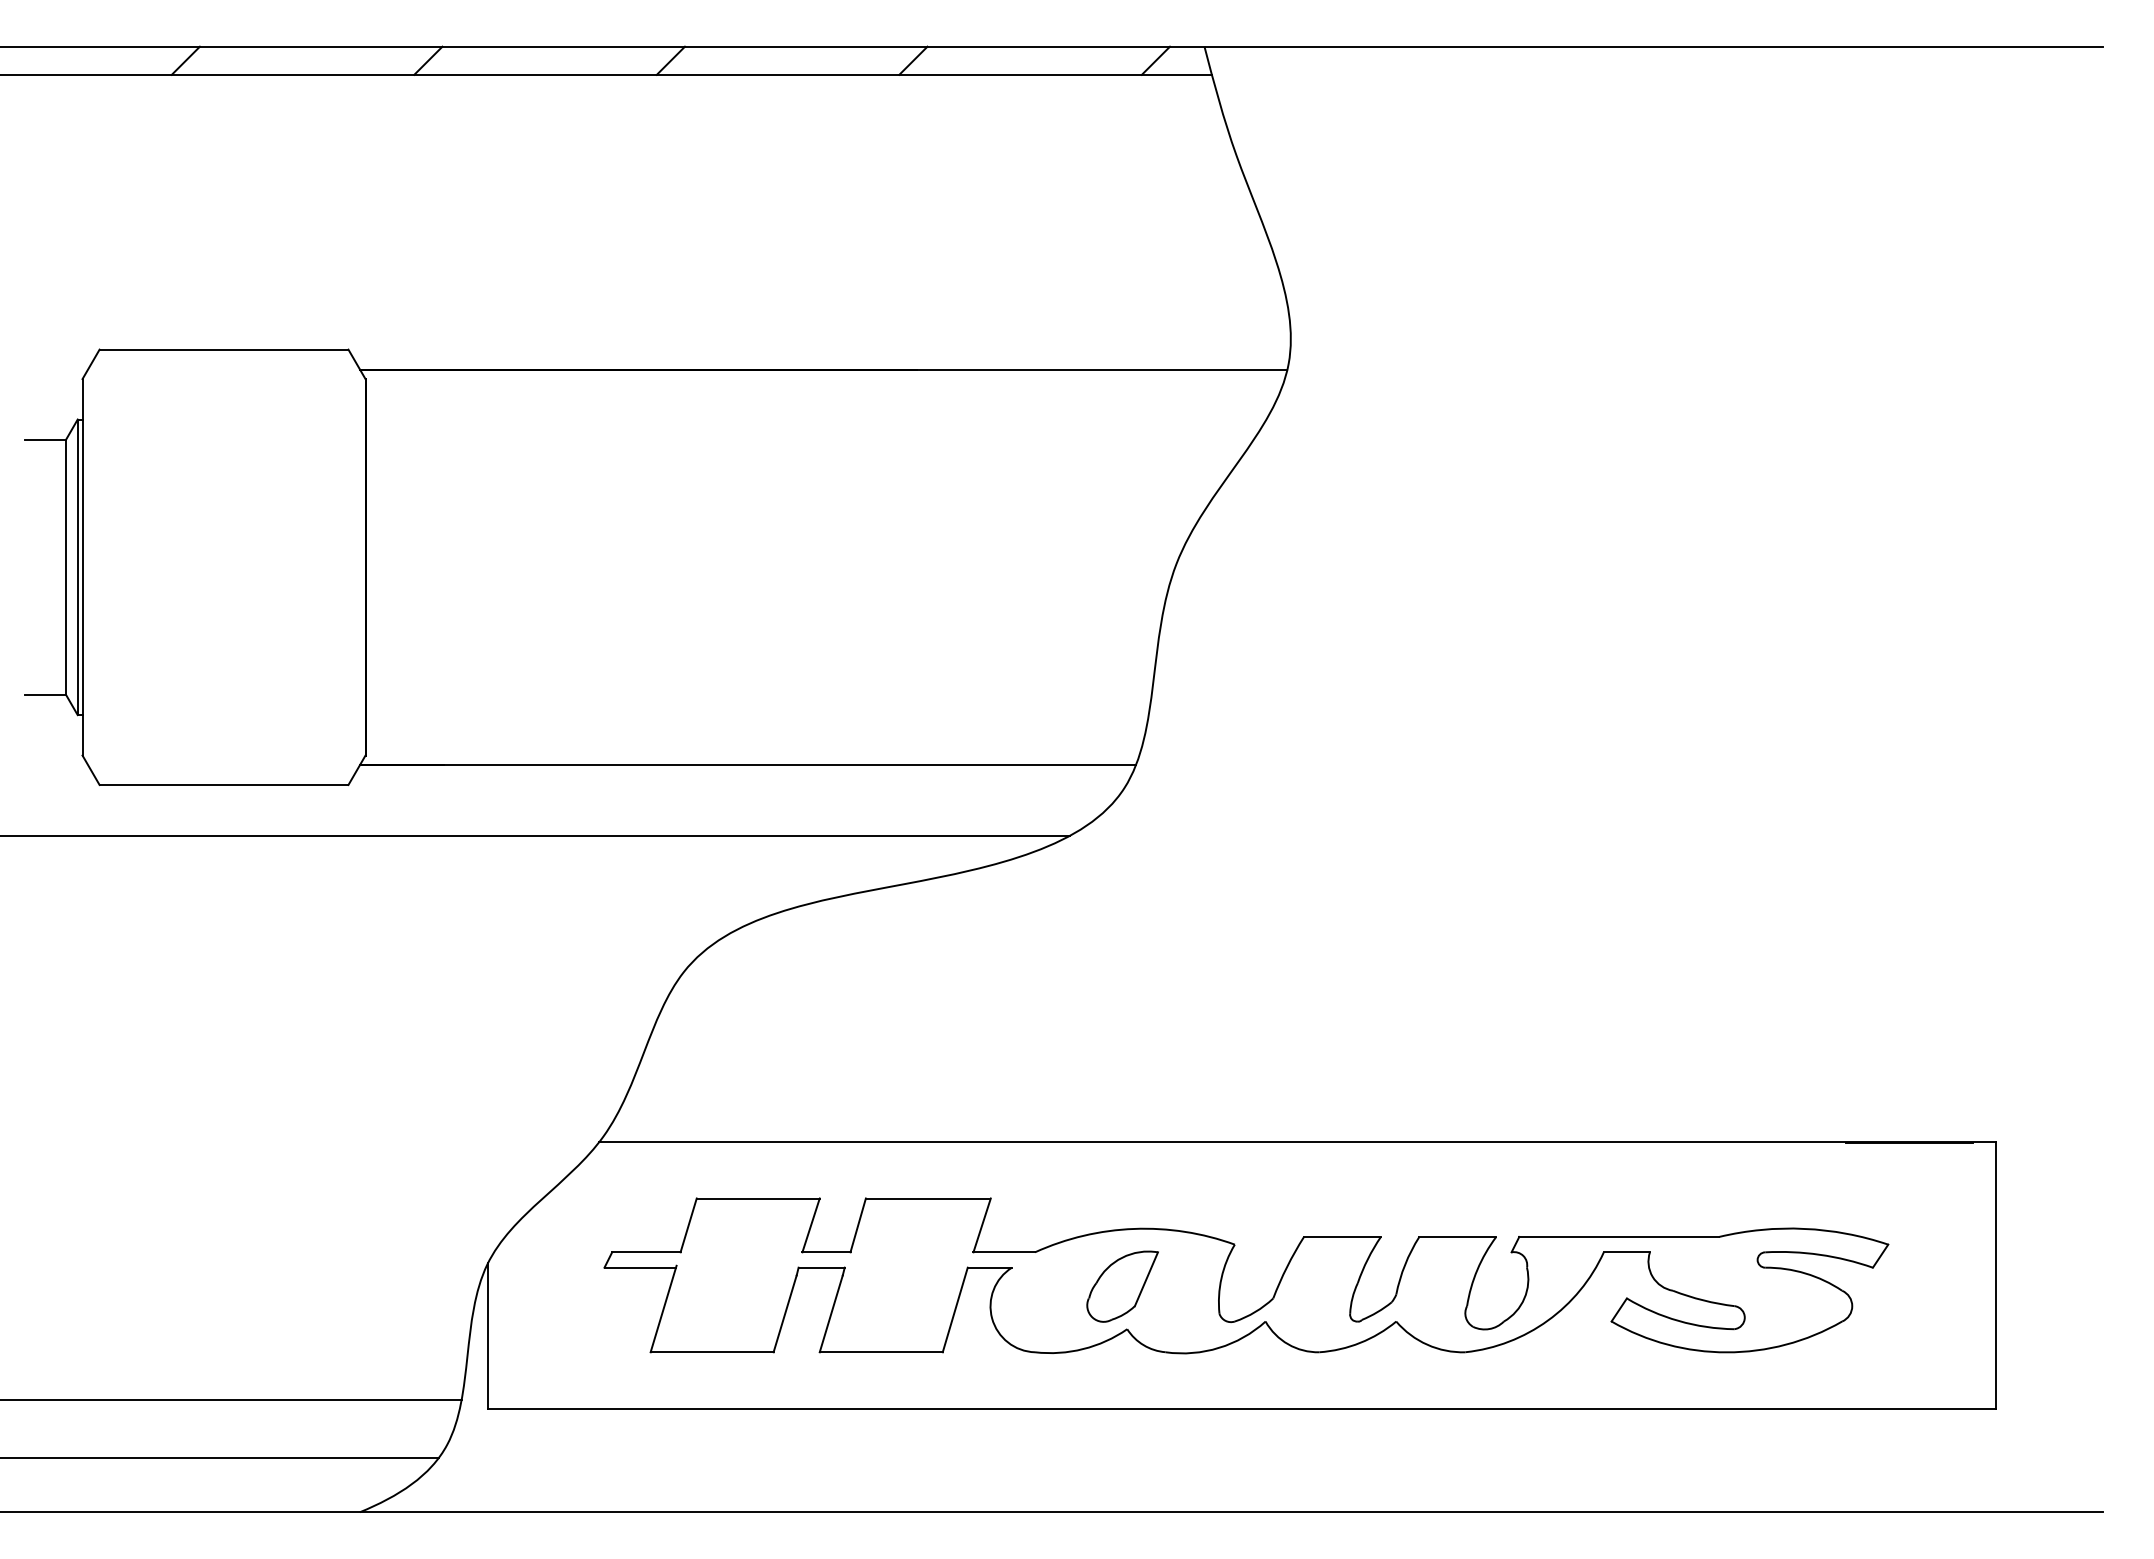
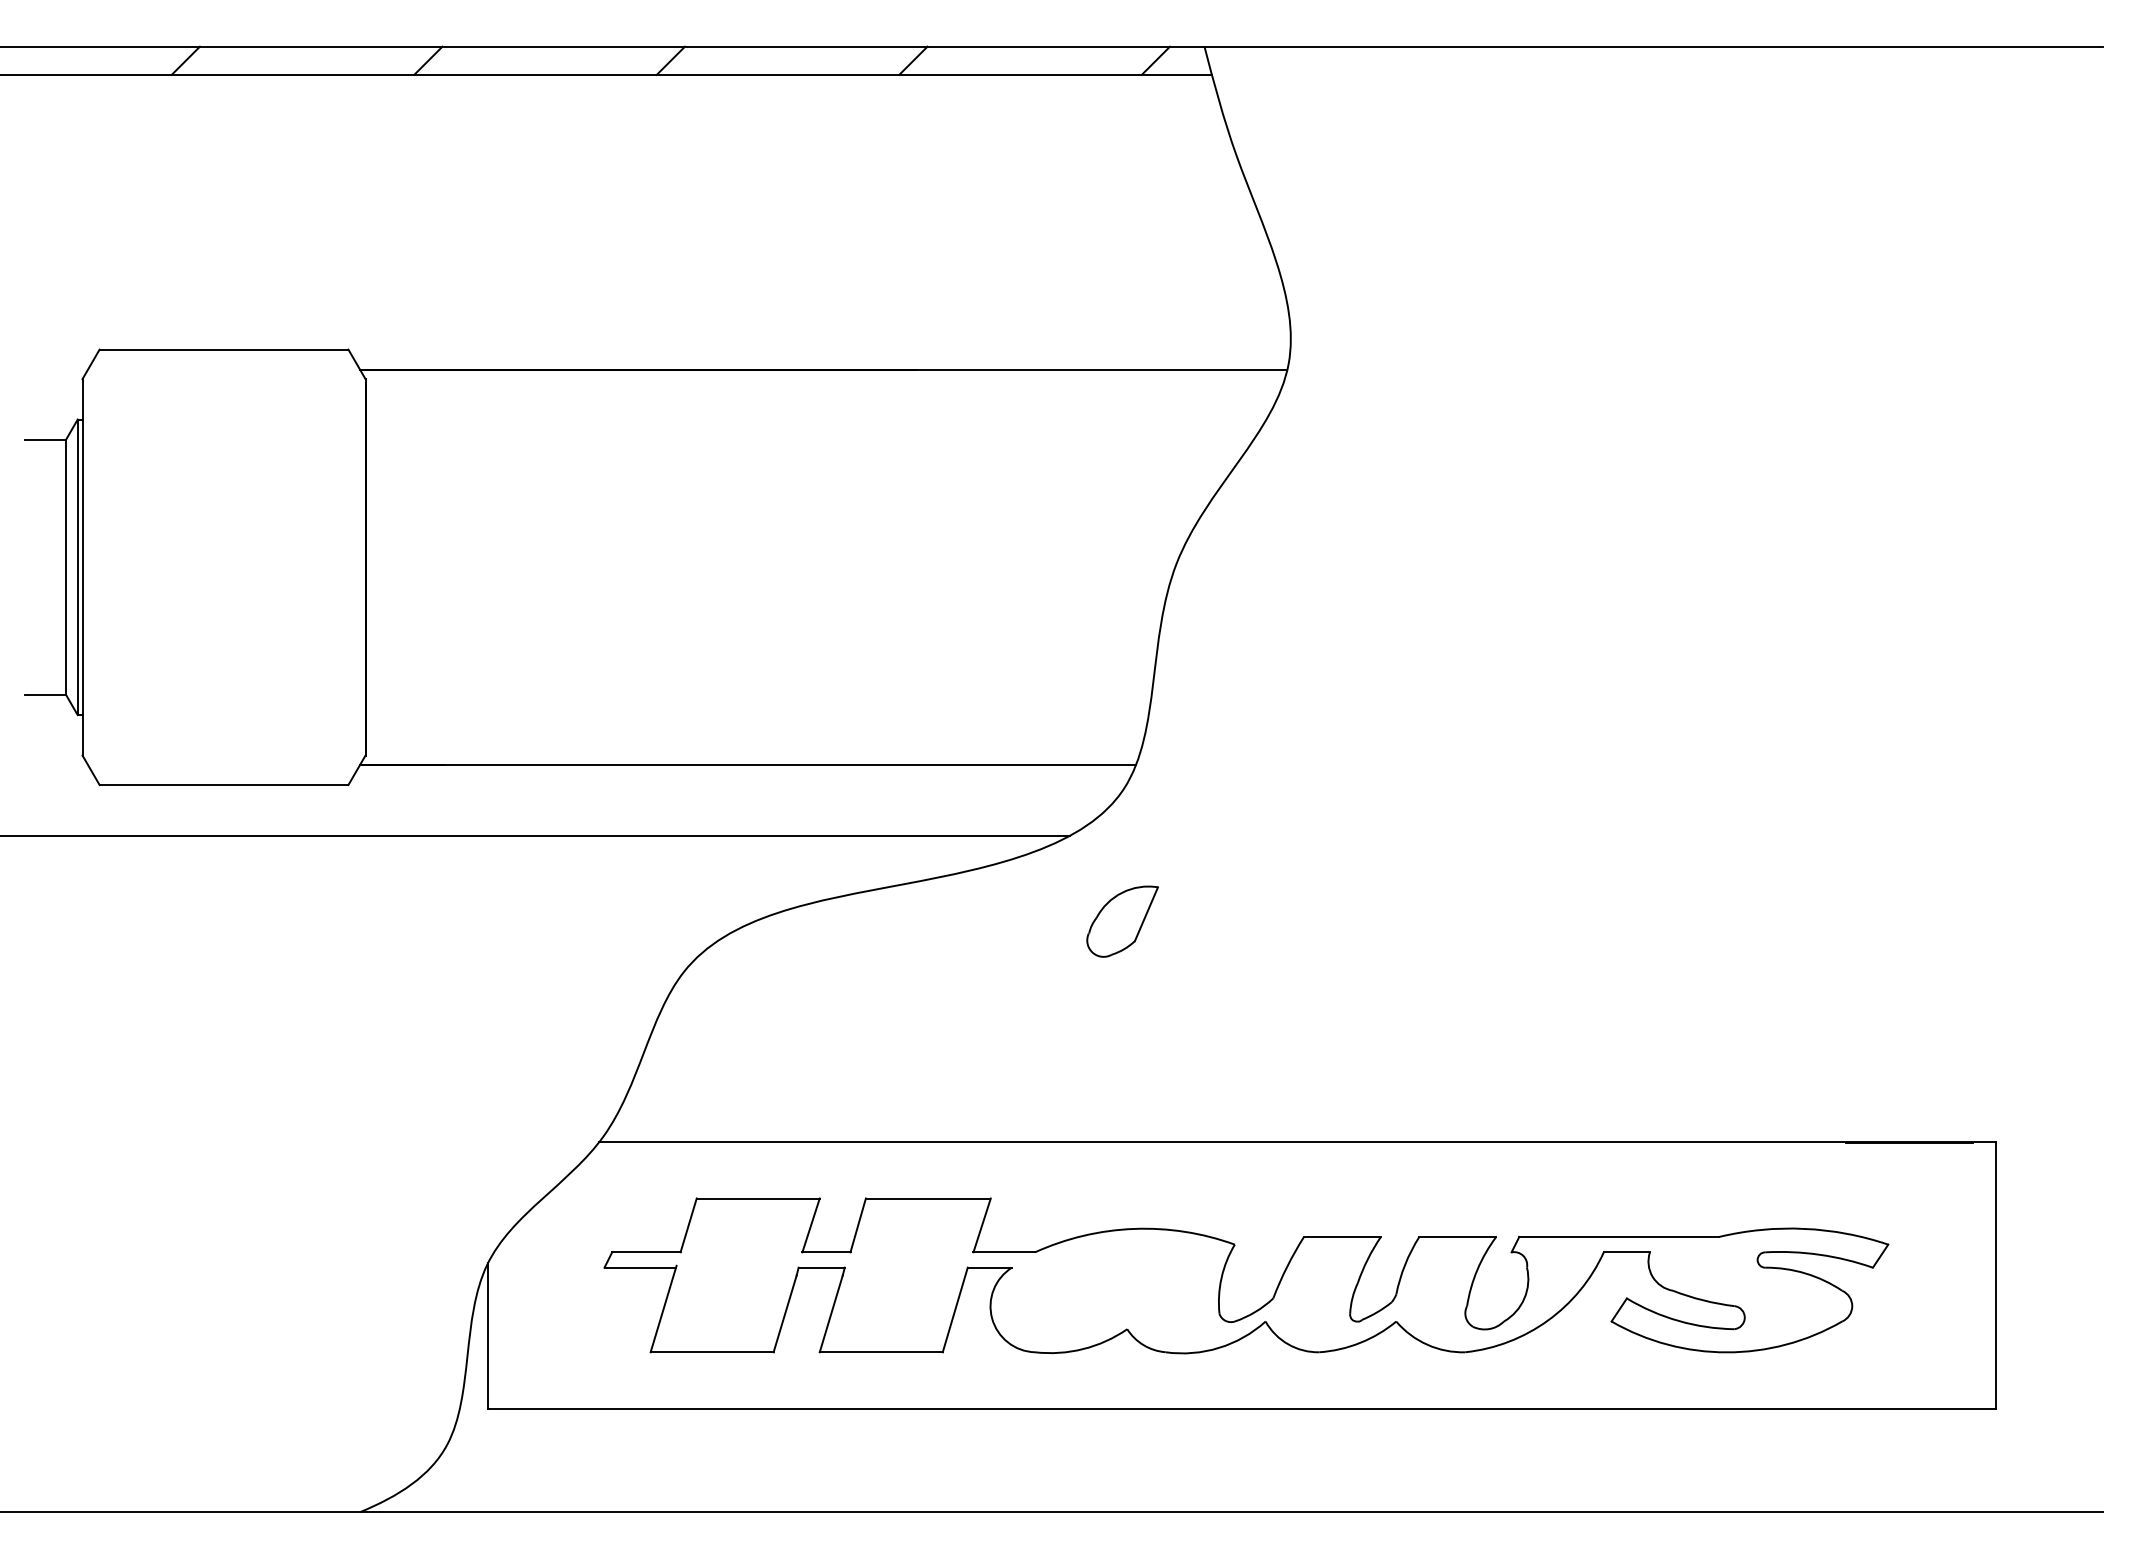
part at (1122, 1286) position: (1122, 1286) -> (1122, 921)
line at (231, 1399): present -> none
line at (220, 1458): present -> none
